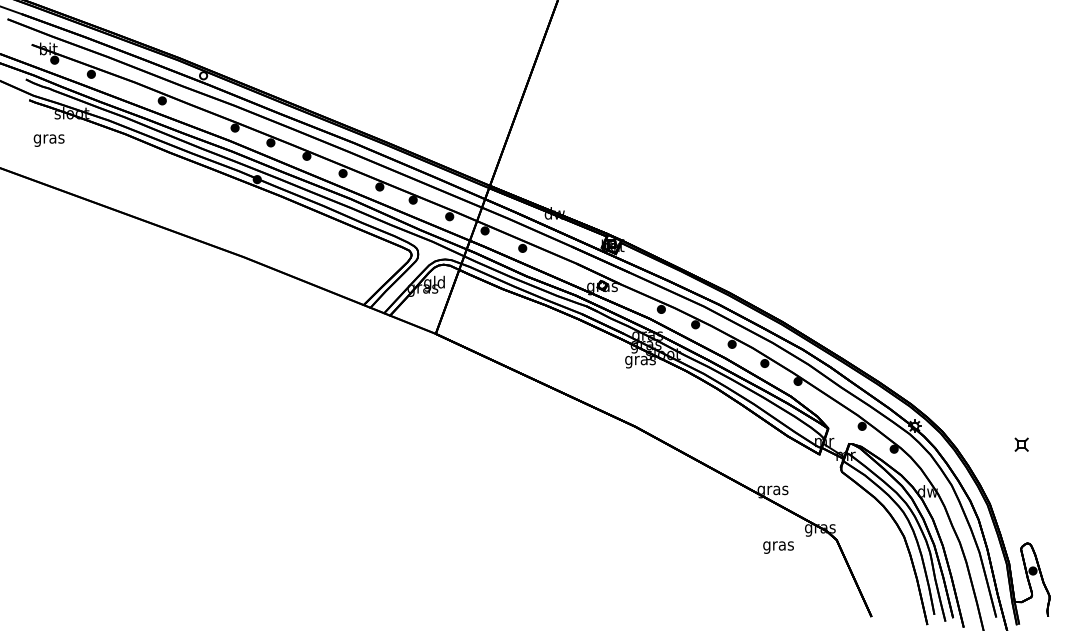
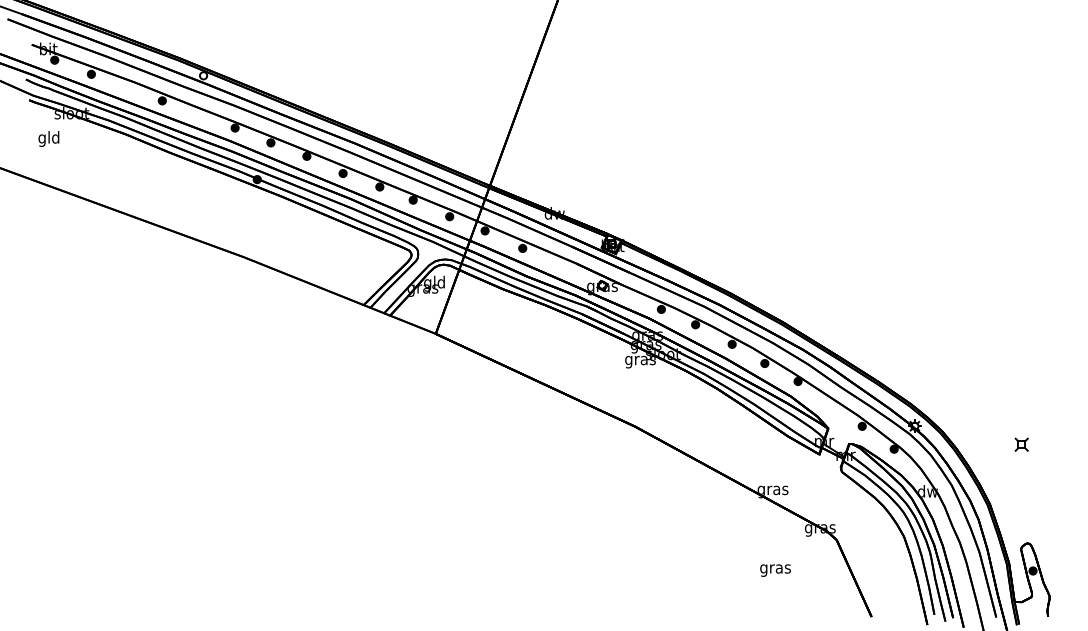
text at (48, 138): gras -> gld
text at (778, 547) position: (778, 547) -> (775, 570)
